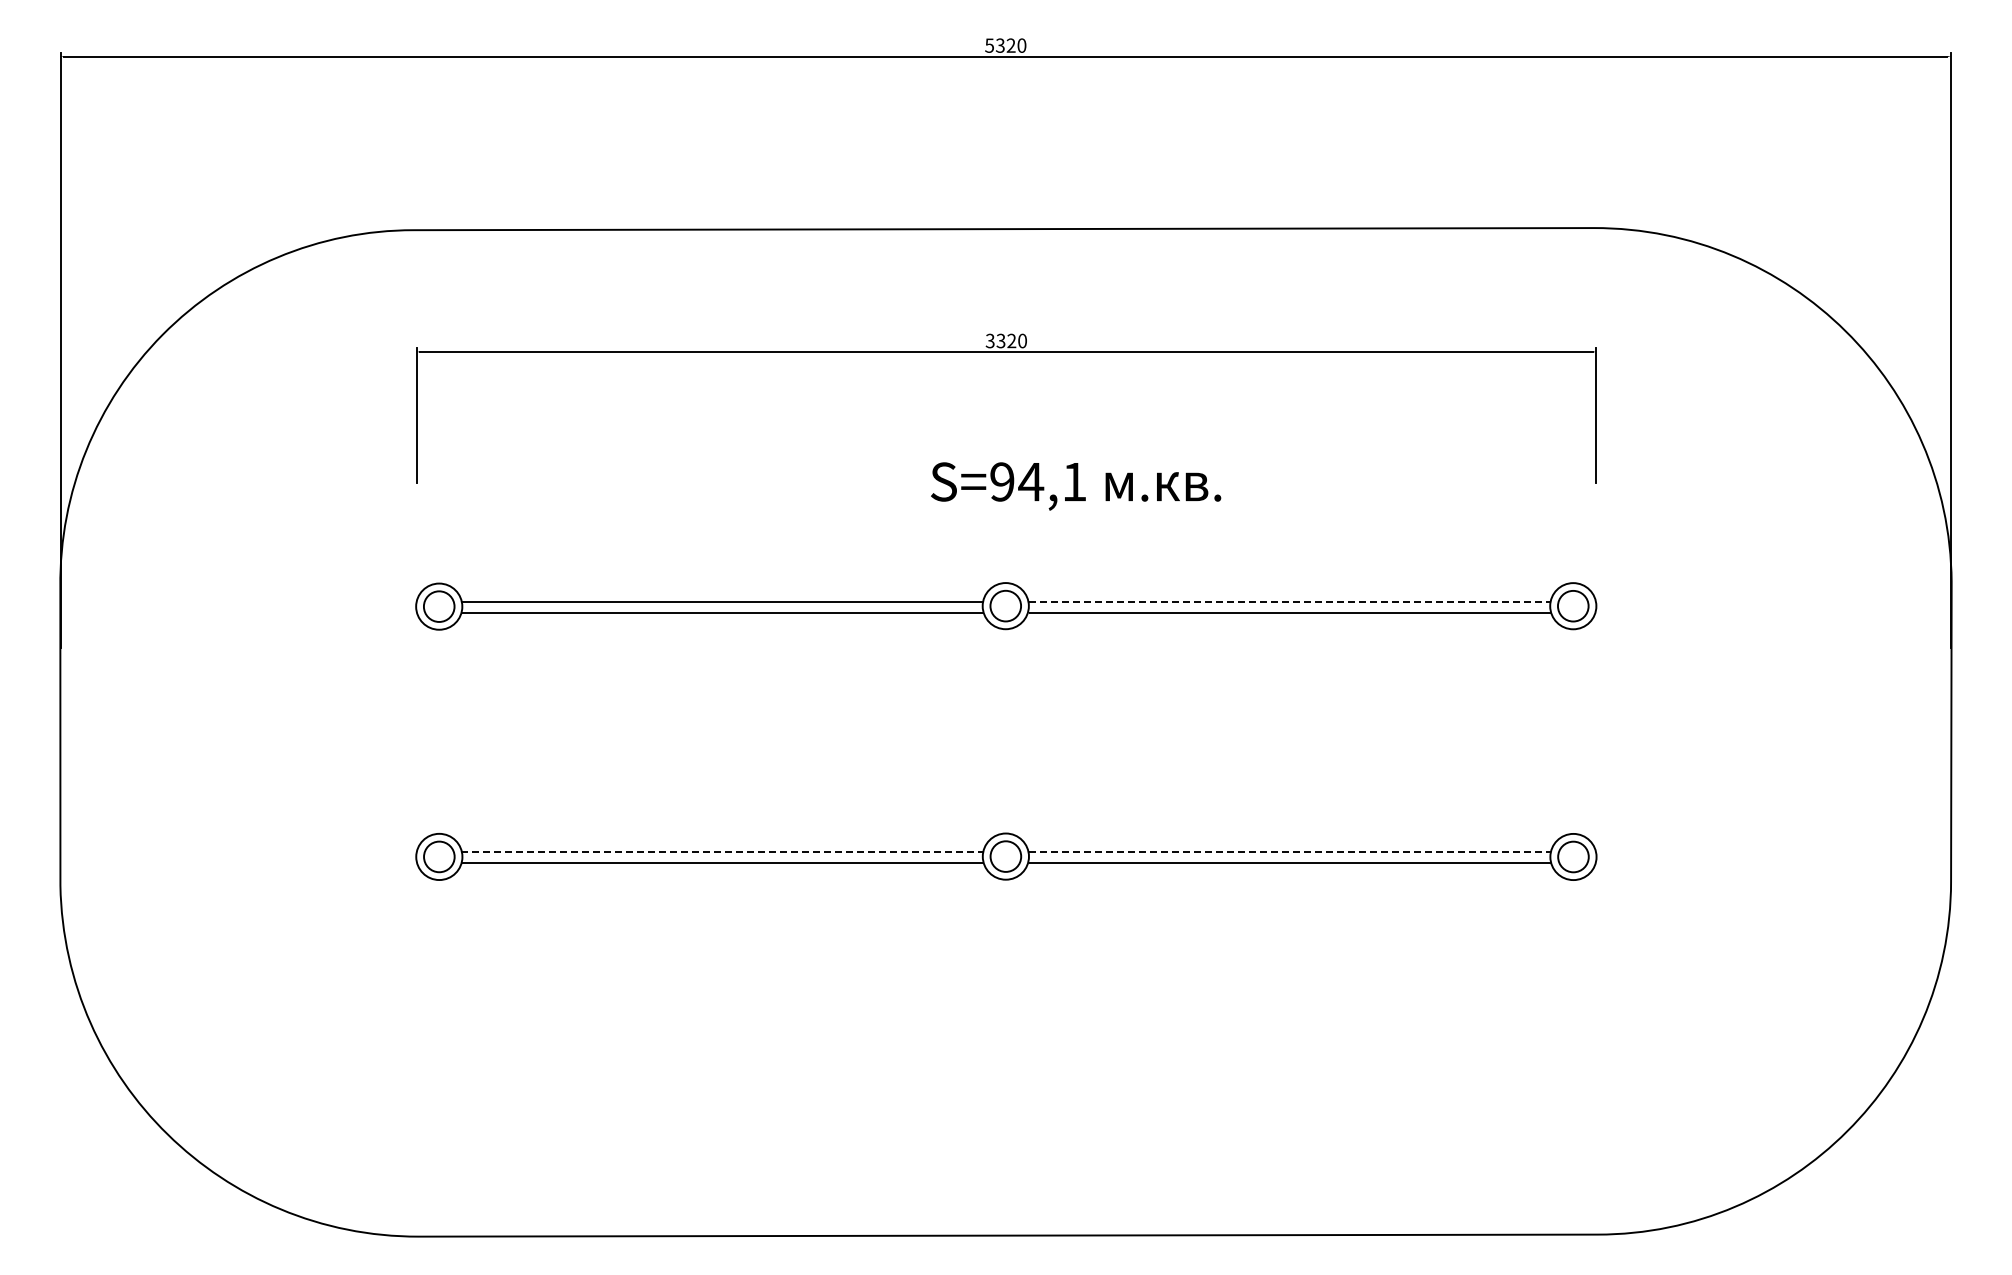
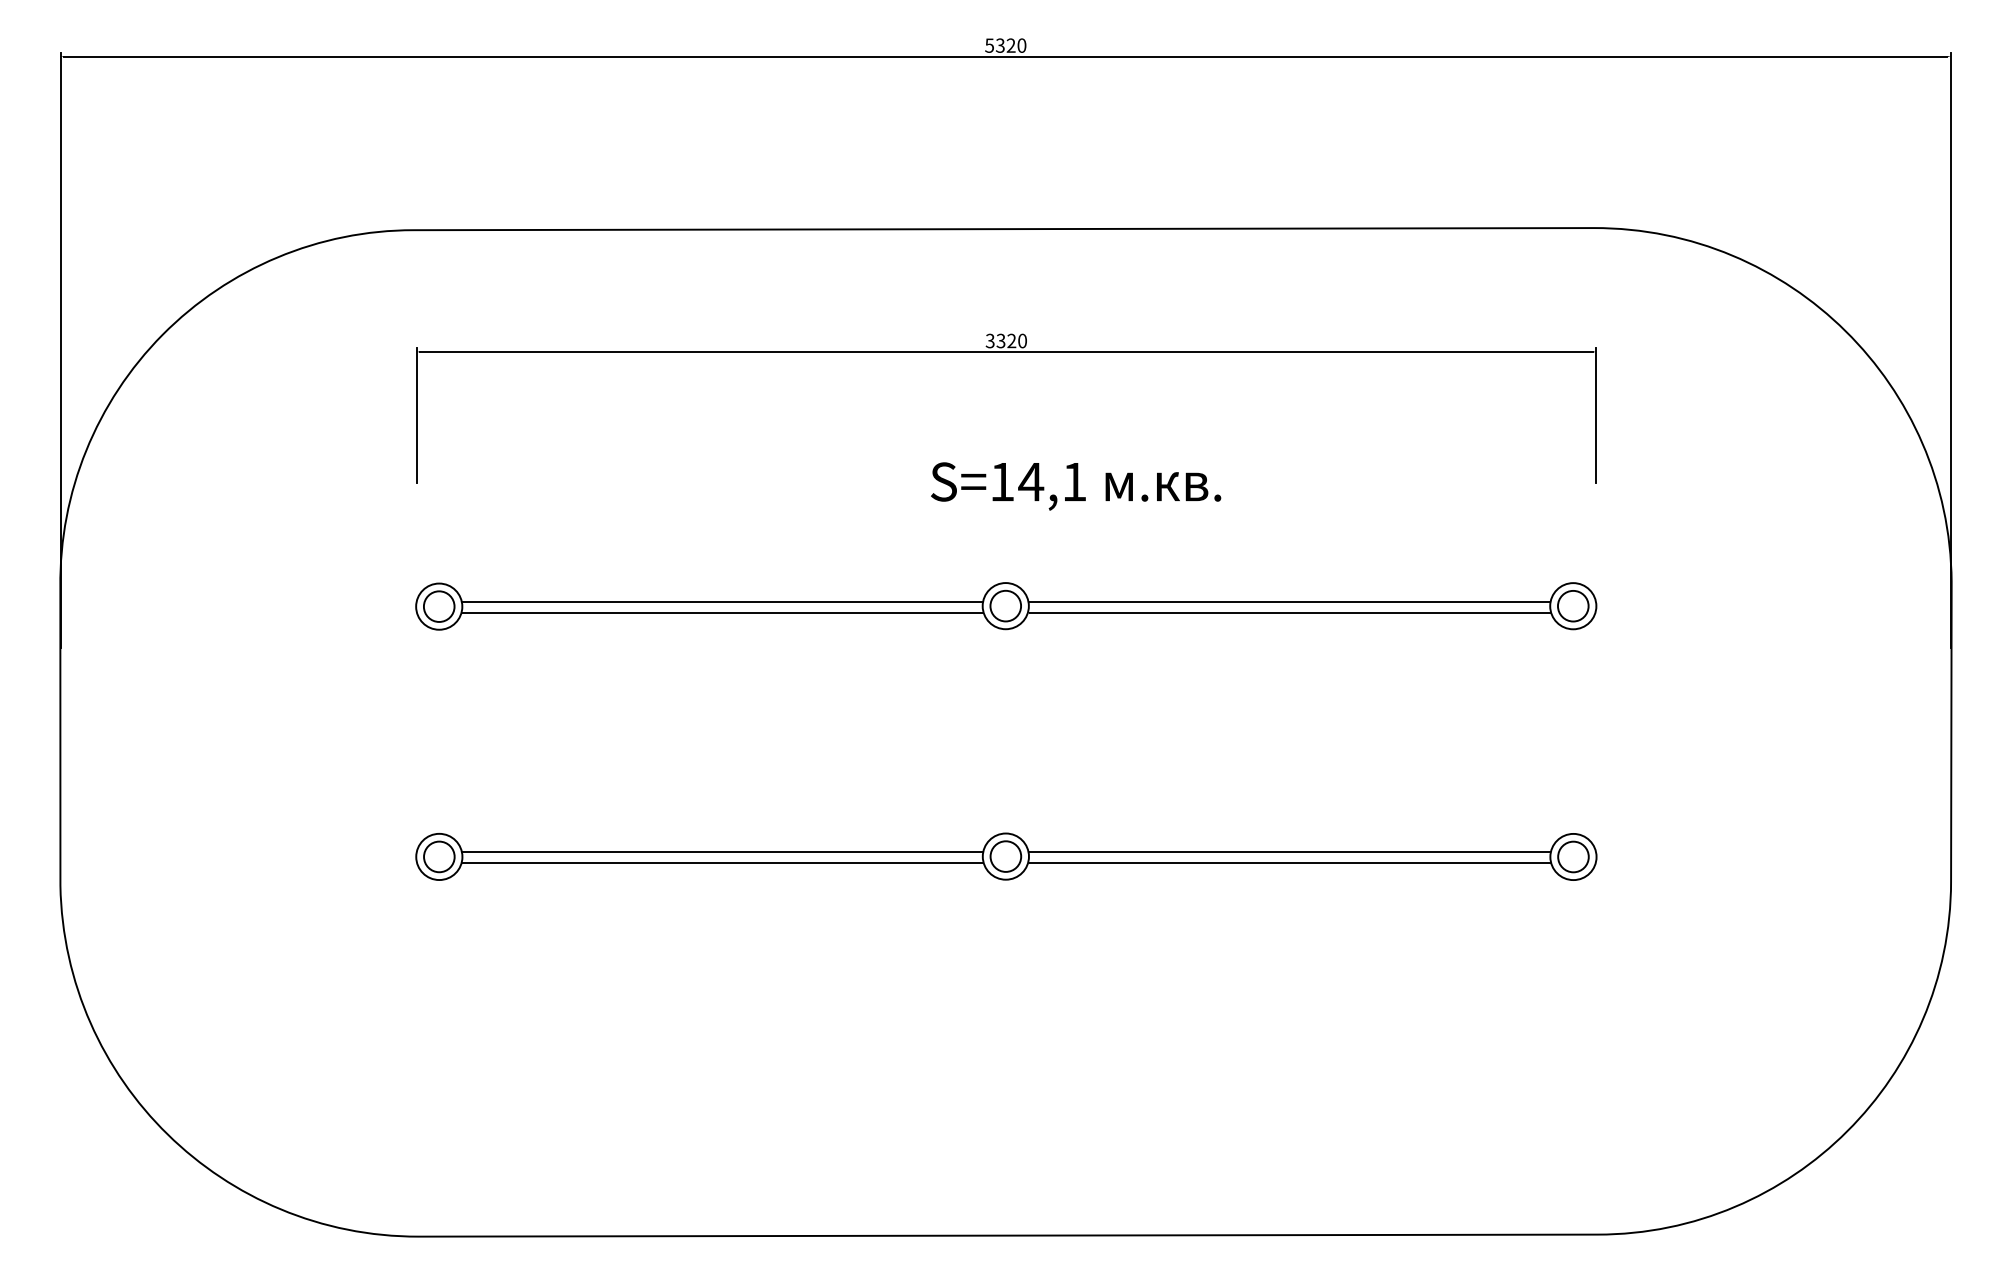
text at (1002, 481): S=94,1 -> S=14,1
line at (1289, 601): dashed -> solid
line at (722, 851): dashed -> solid
line at (1289, 851): dashed -> solid
